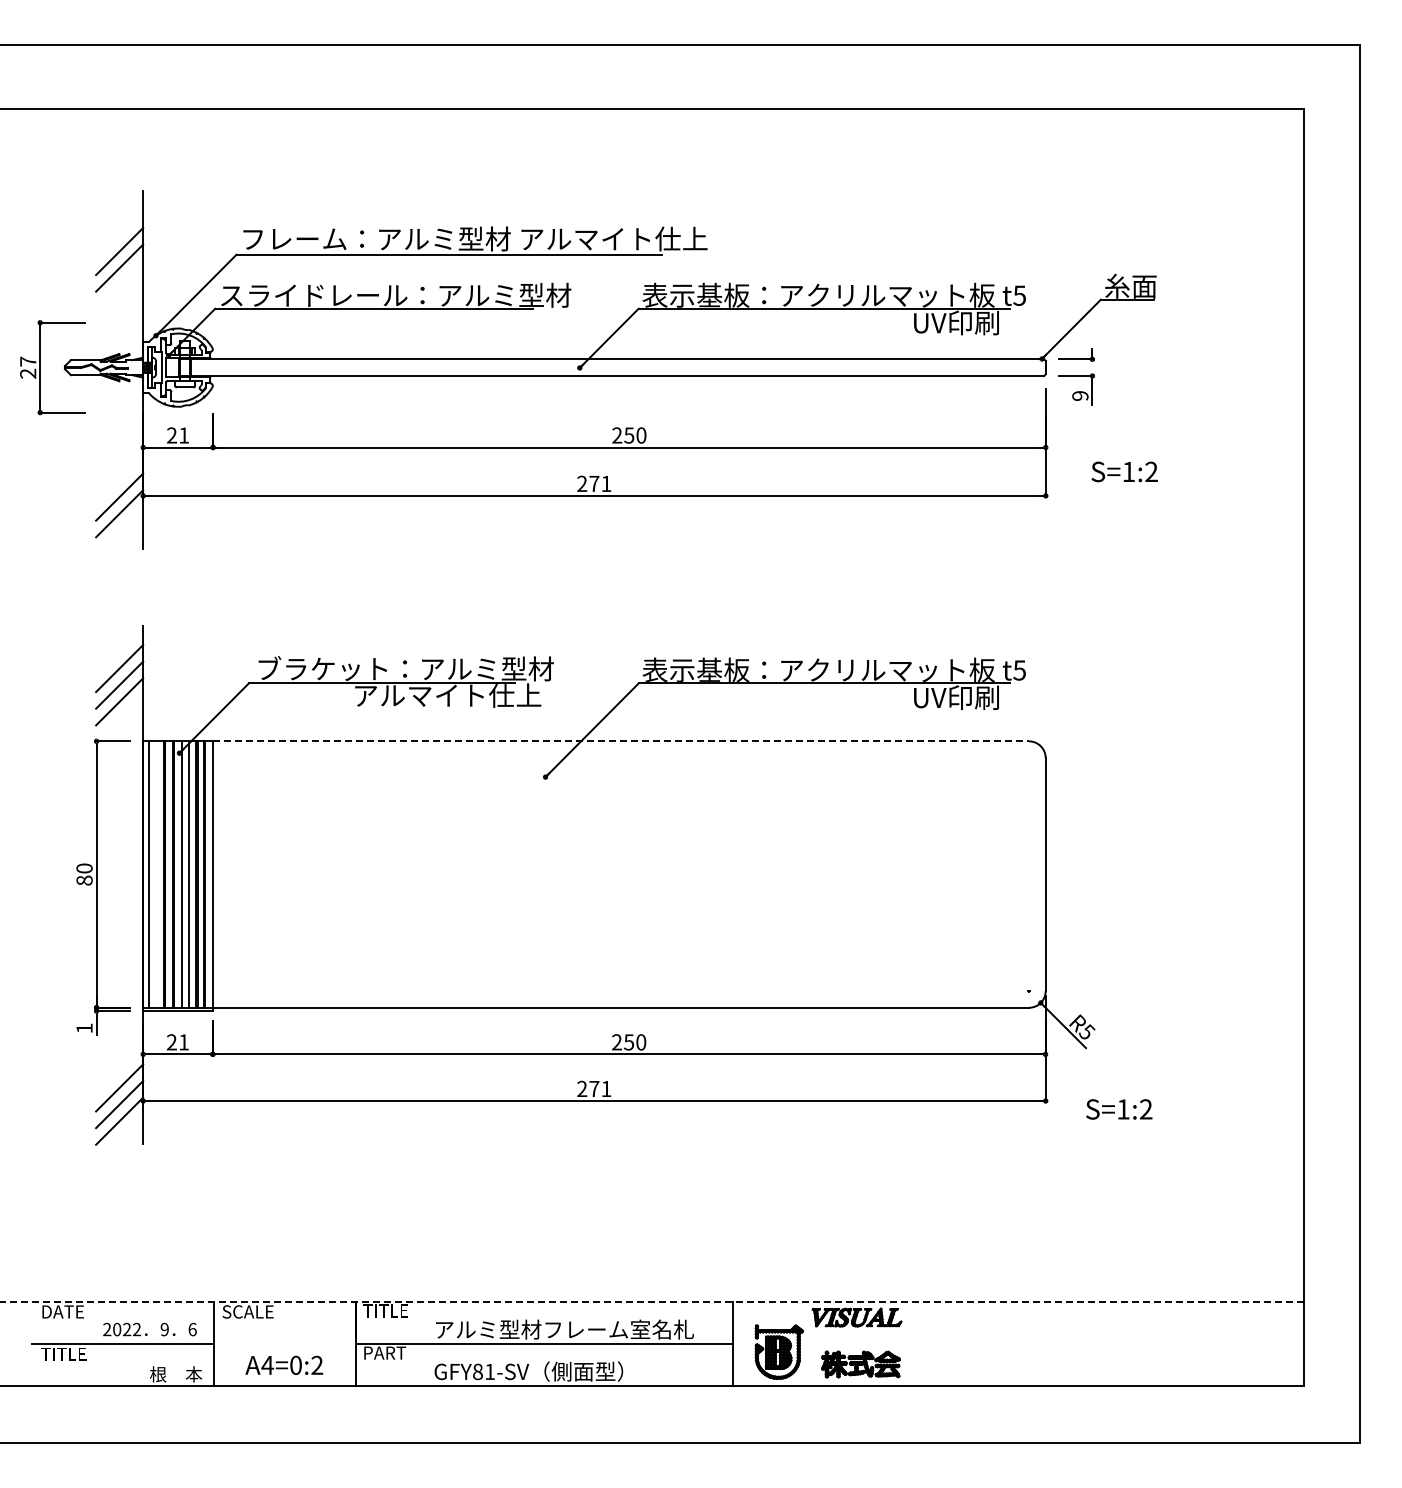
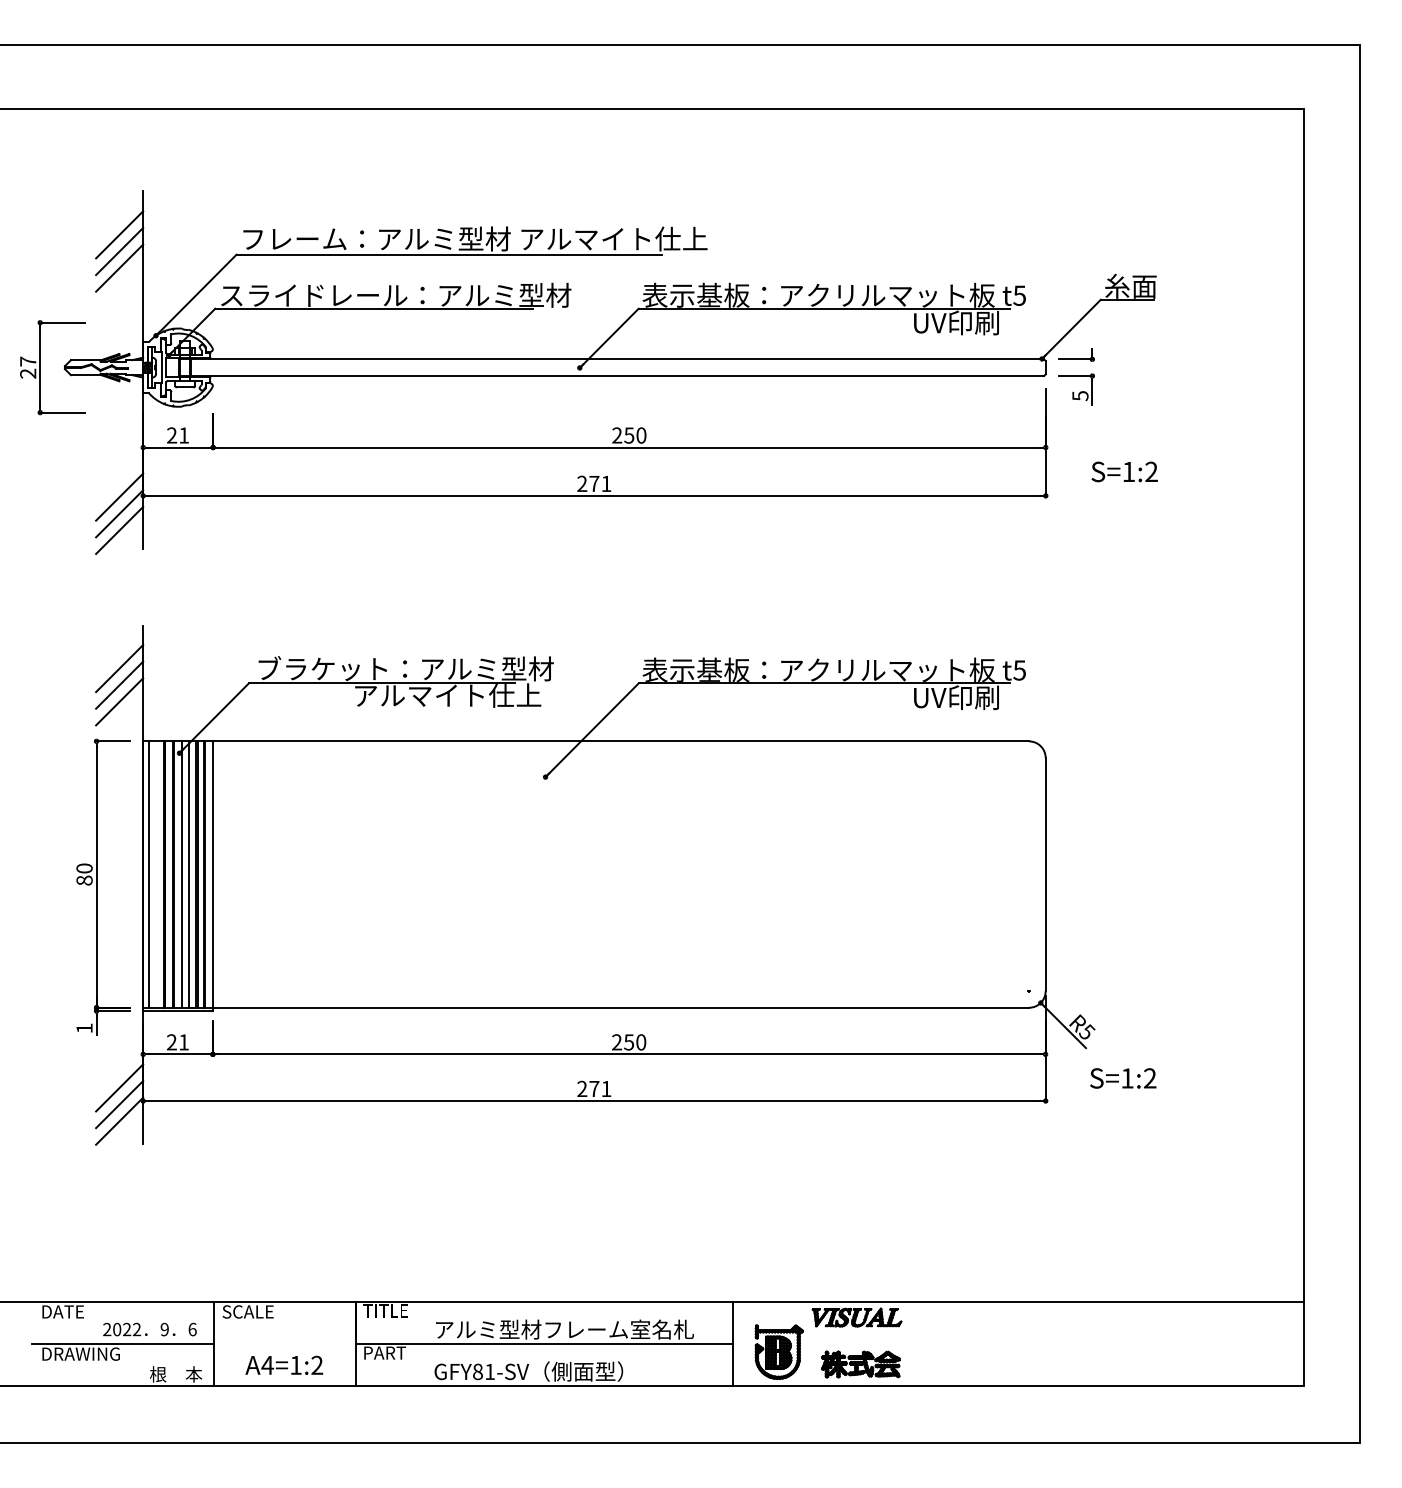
line at (119, 234): none -> present
text at (1080, 396): 9 -> 5
line at (119, 529): none -> present
line at (621, 741): dashed -> solid
text at (1119, 1109) position: (1119, 1109) -> (1123, 1078)
line at (652, 1302): dashed -> solid
text at (80, 1353): TITLE -> DRAWING
text at (295, 1364): A4=0:2 -> A4=1:2
